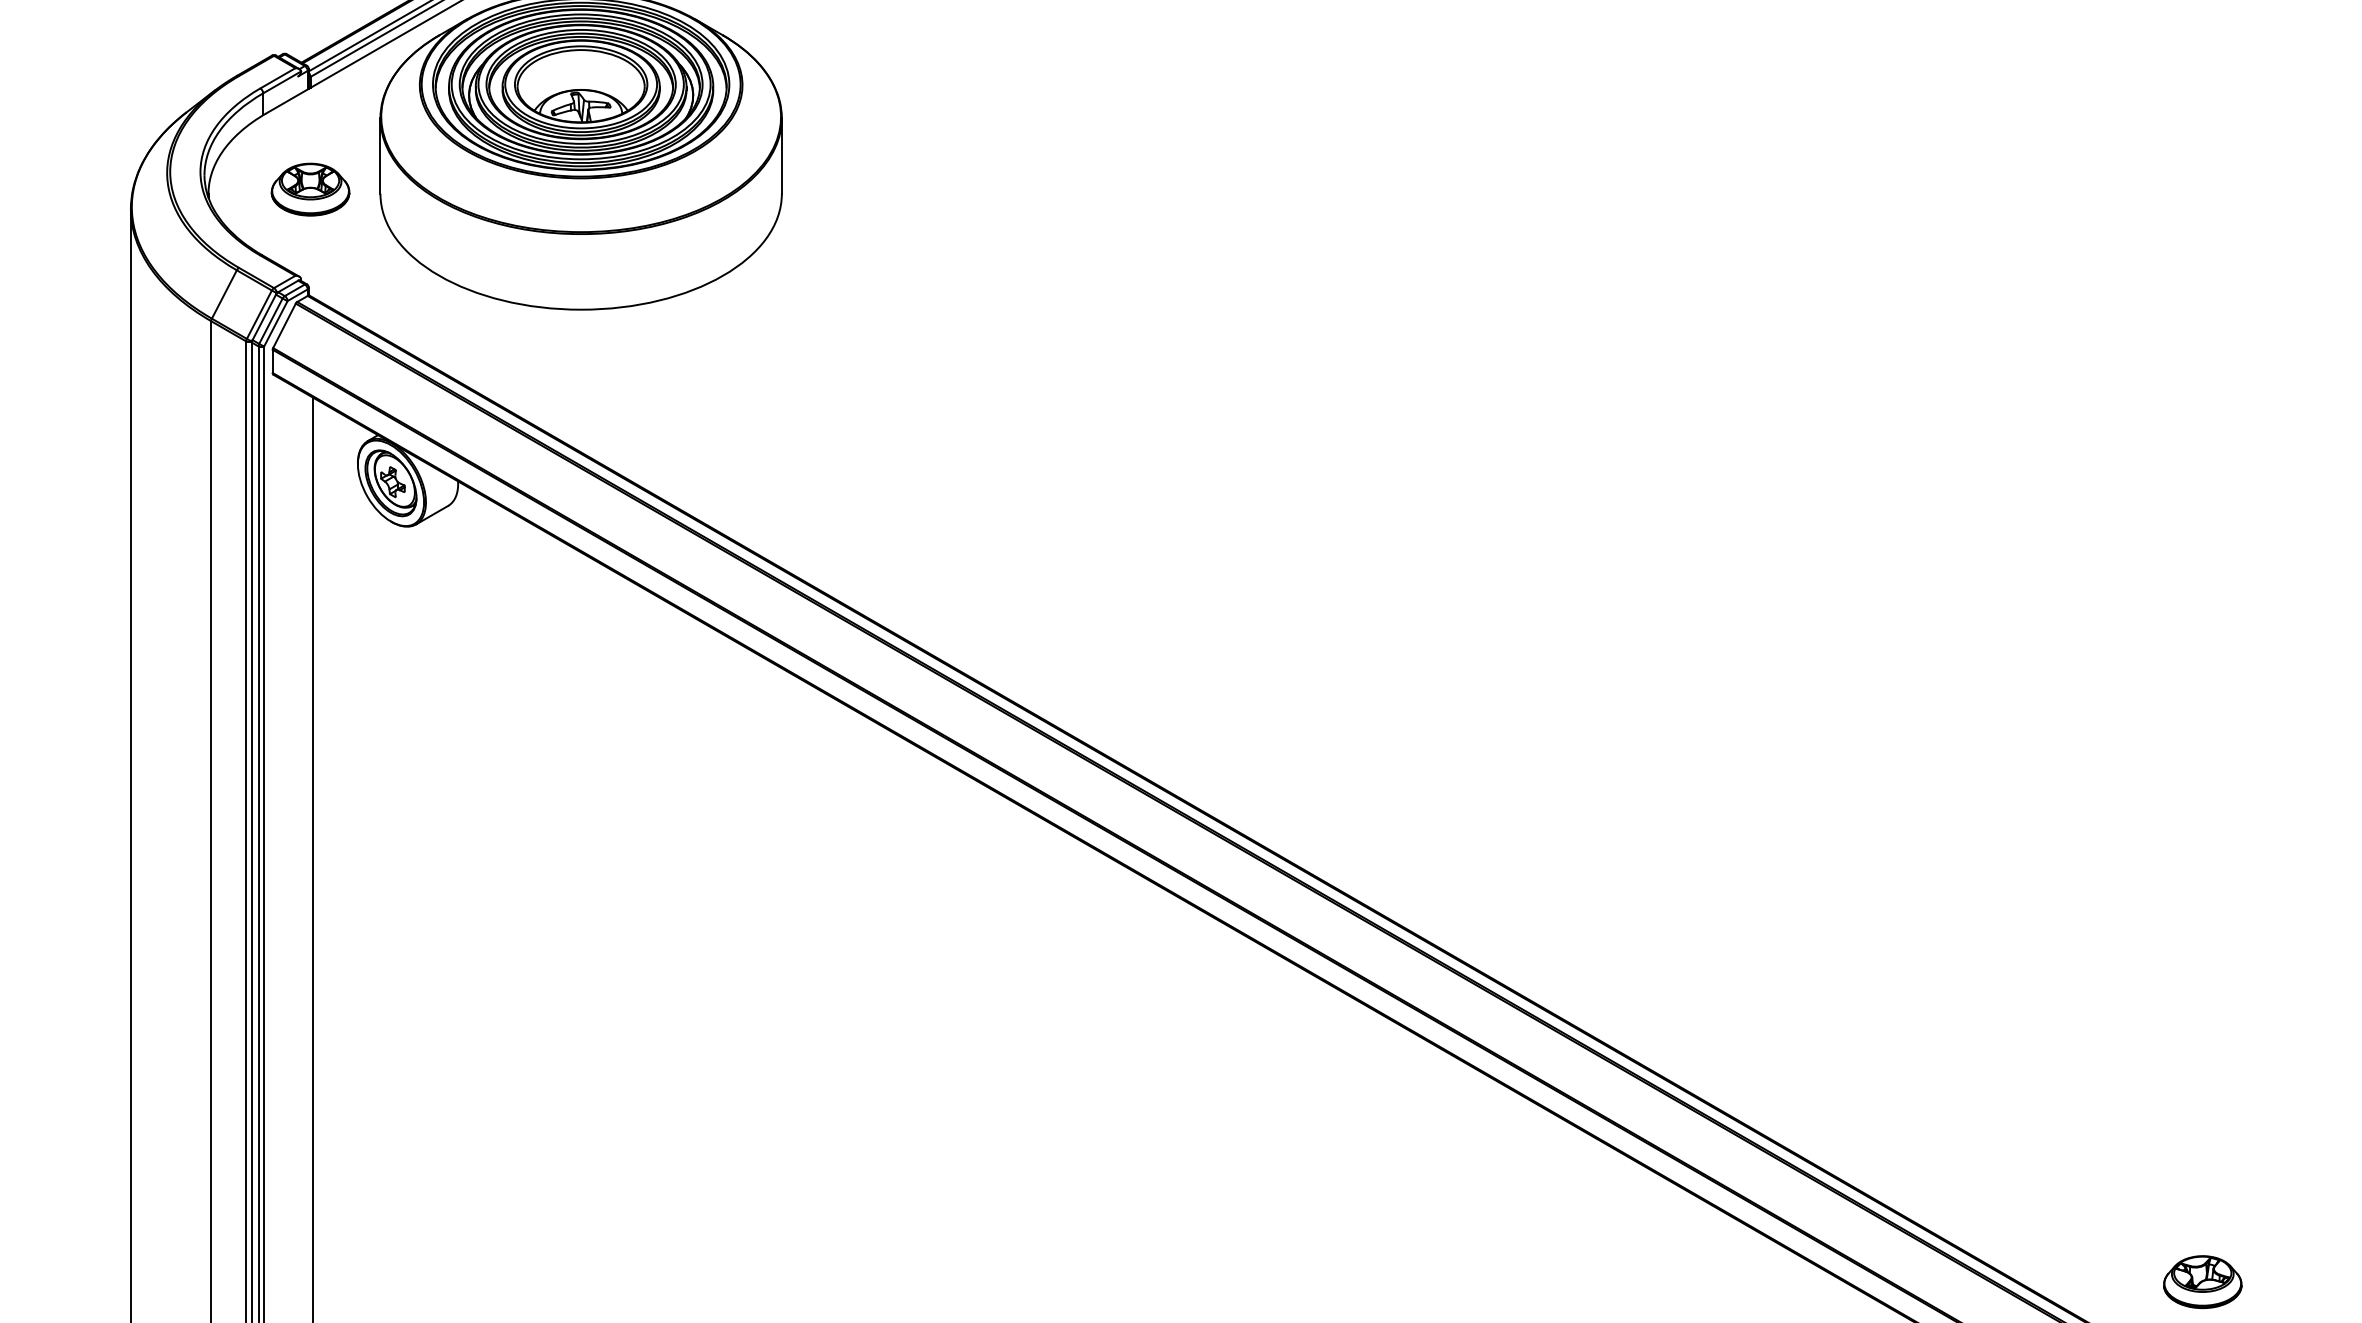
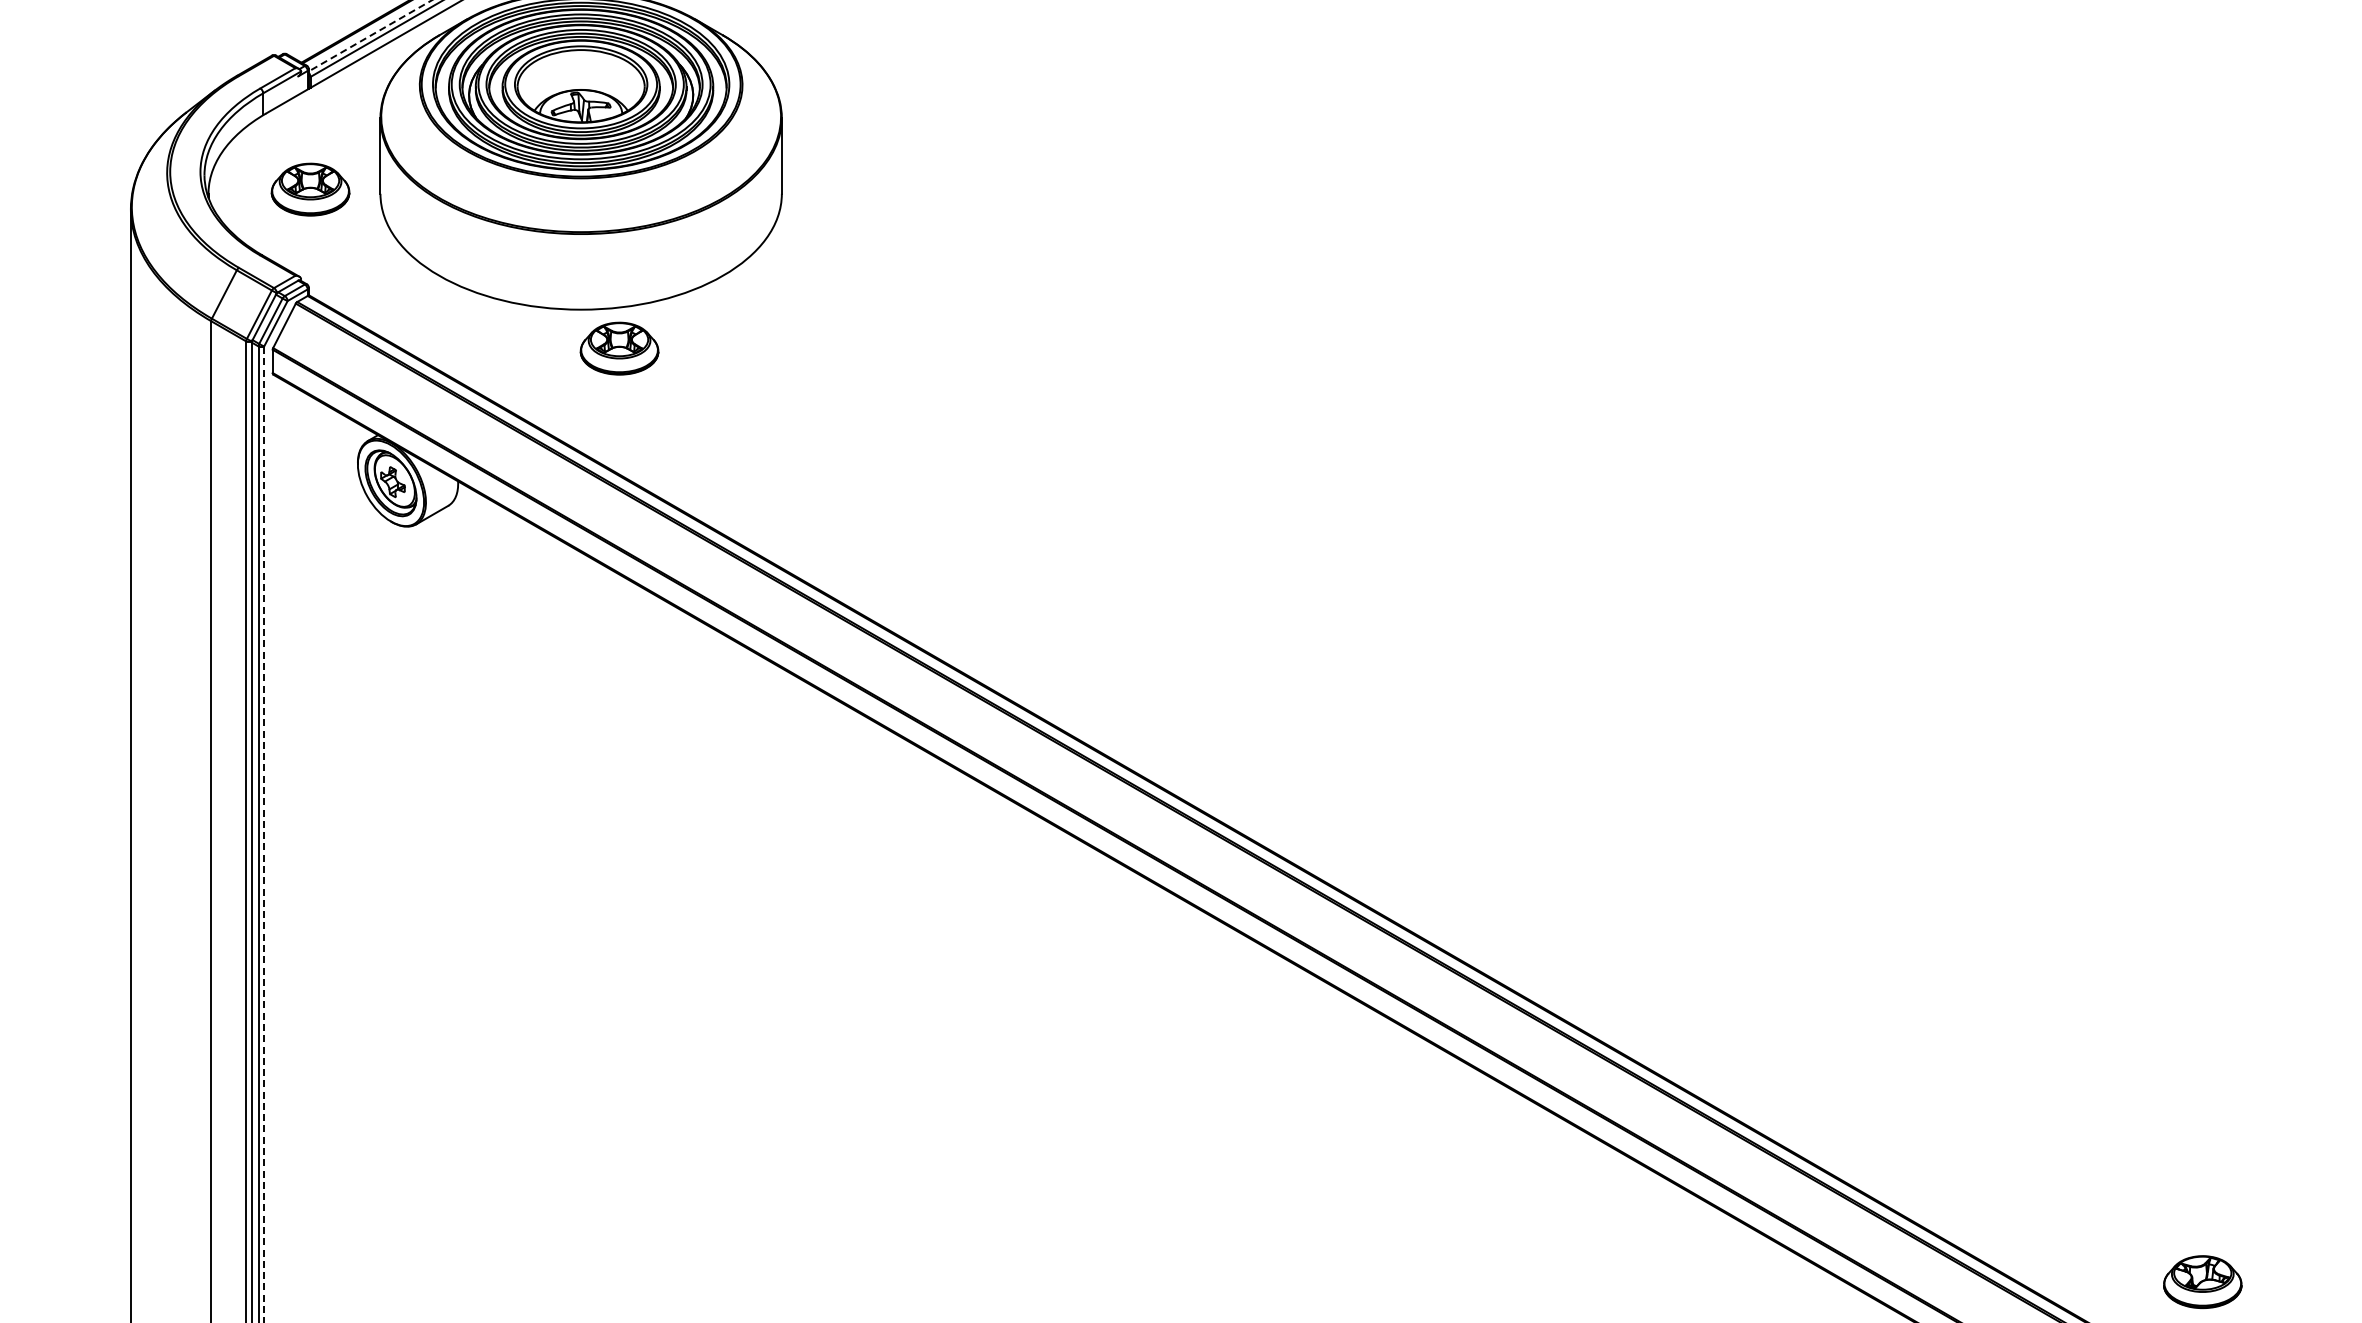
line at (370, 35): solid -> dashed
part at (619, 348): none -> present
line at (264, 834): solid -> dashed
line at (312, 858): present -> none
